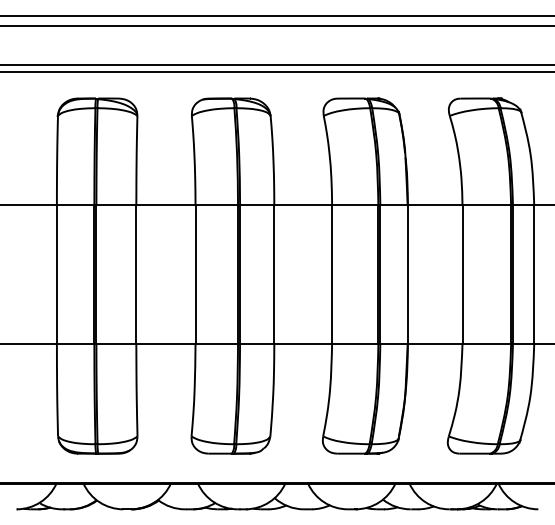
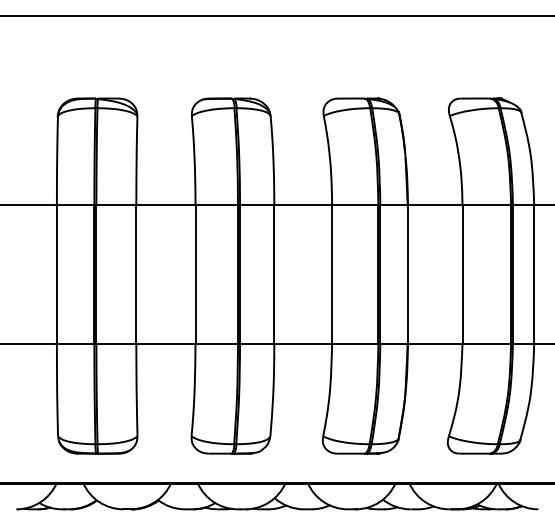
line at (276, 25): present -> none
line at (276, 65): present -> none
line at (276, 71): present -> none
